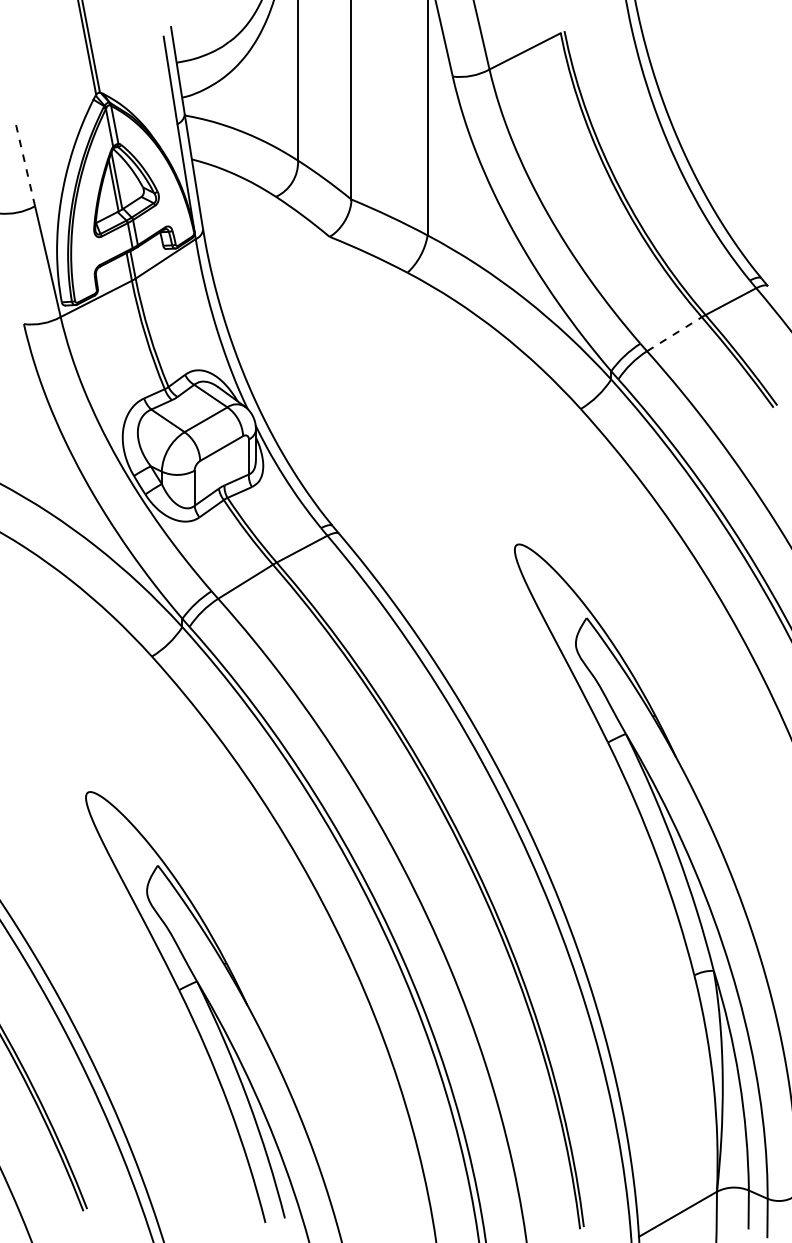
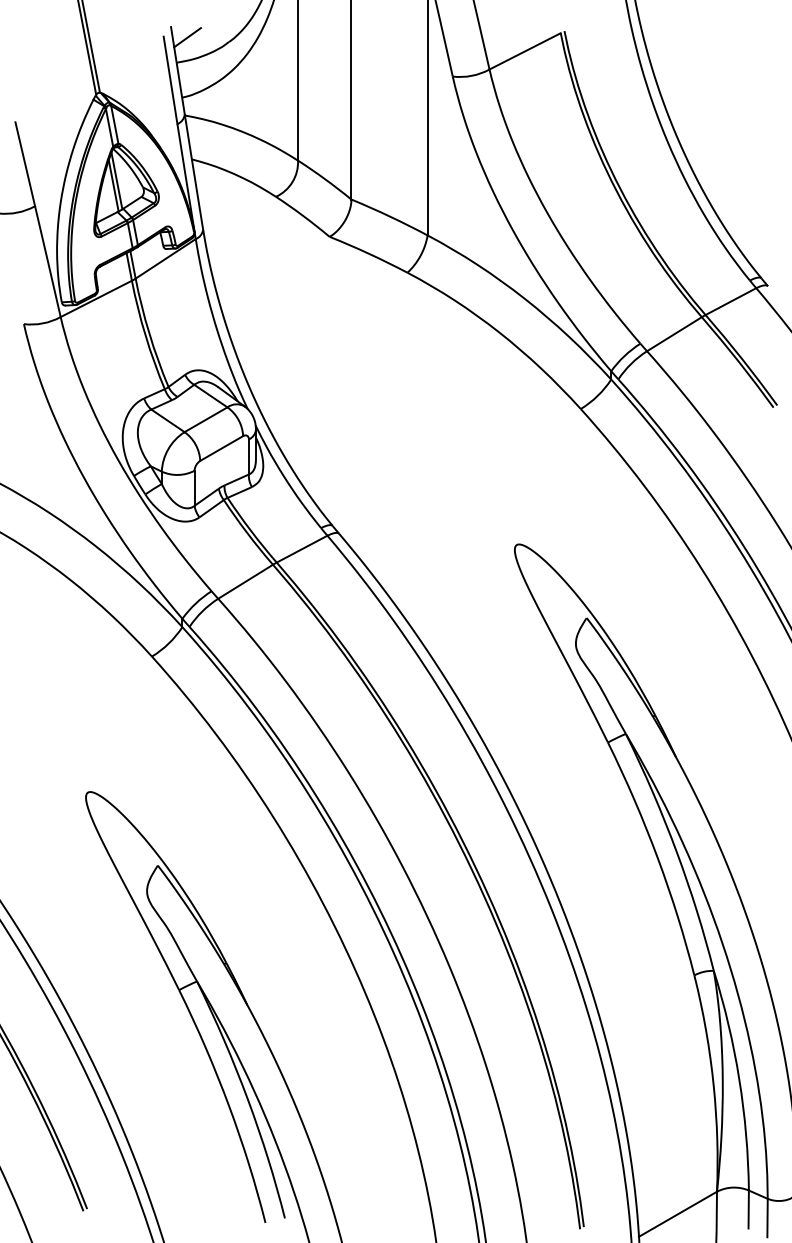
line at (187, 37): none -> present
line at (25, 163): dashed -> solid
line at (674, 333): dashed -> solid
